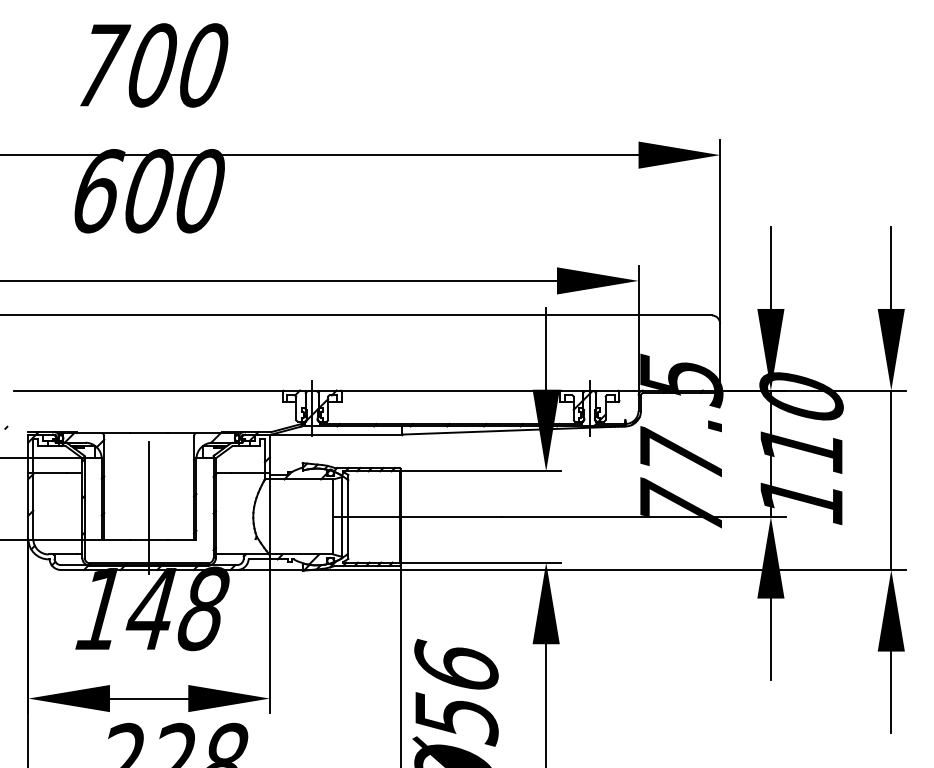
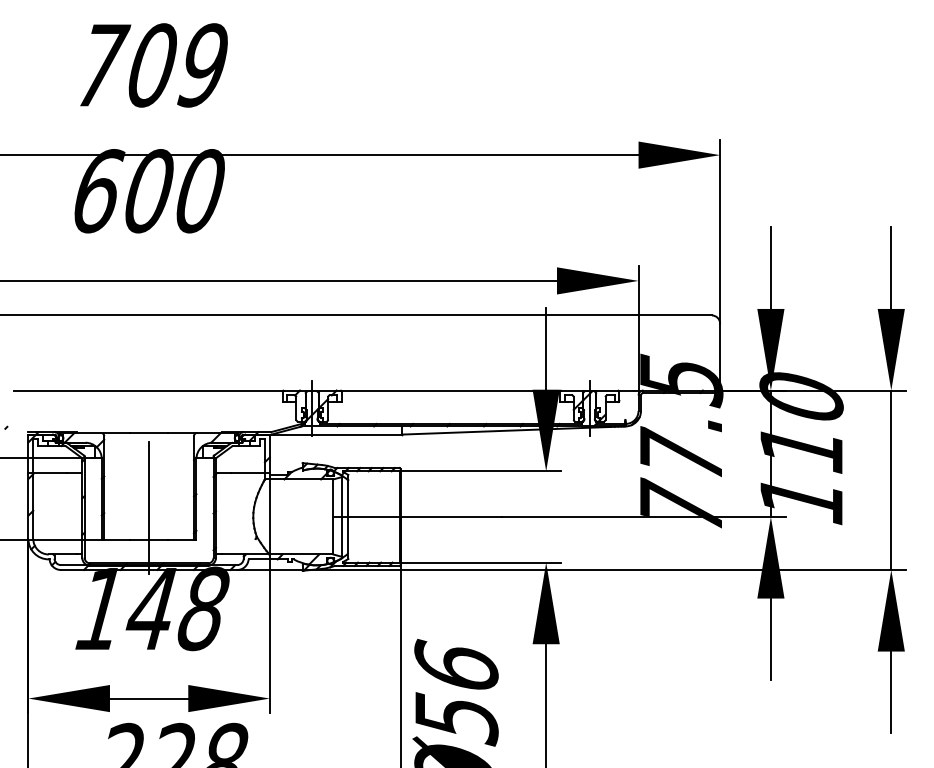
text at (202, 65): 700 -> 709
